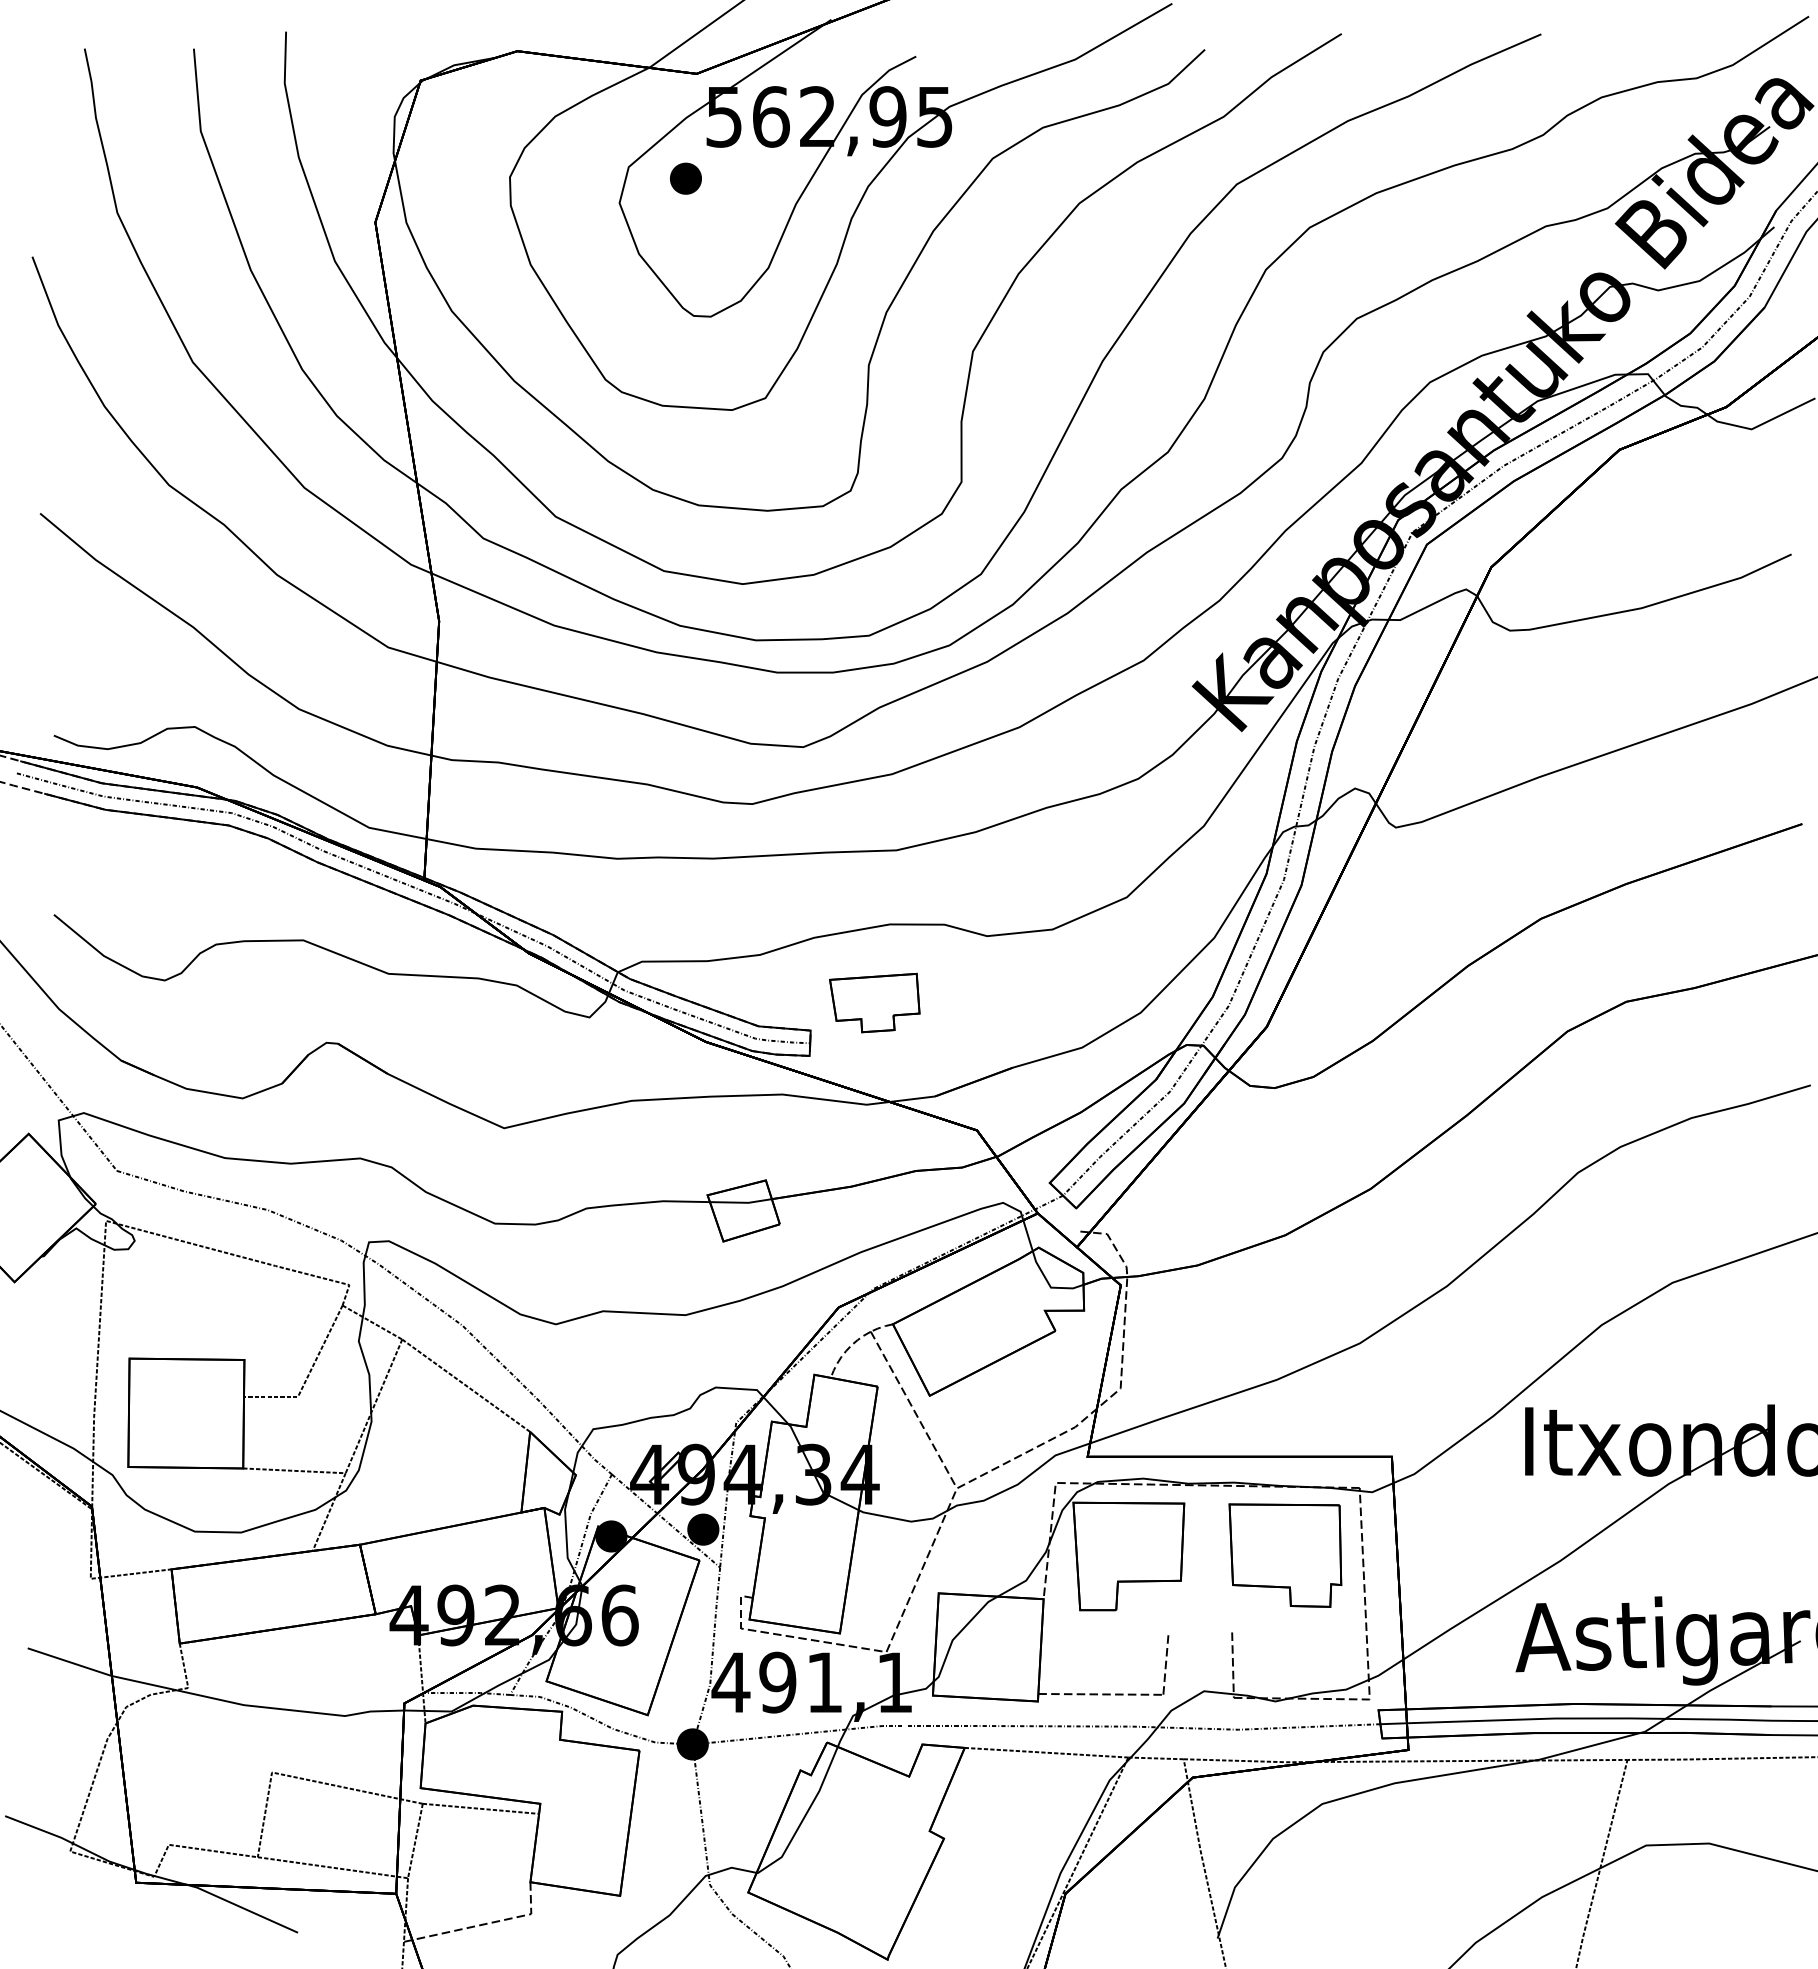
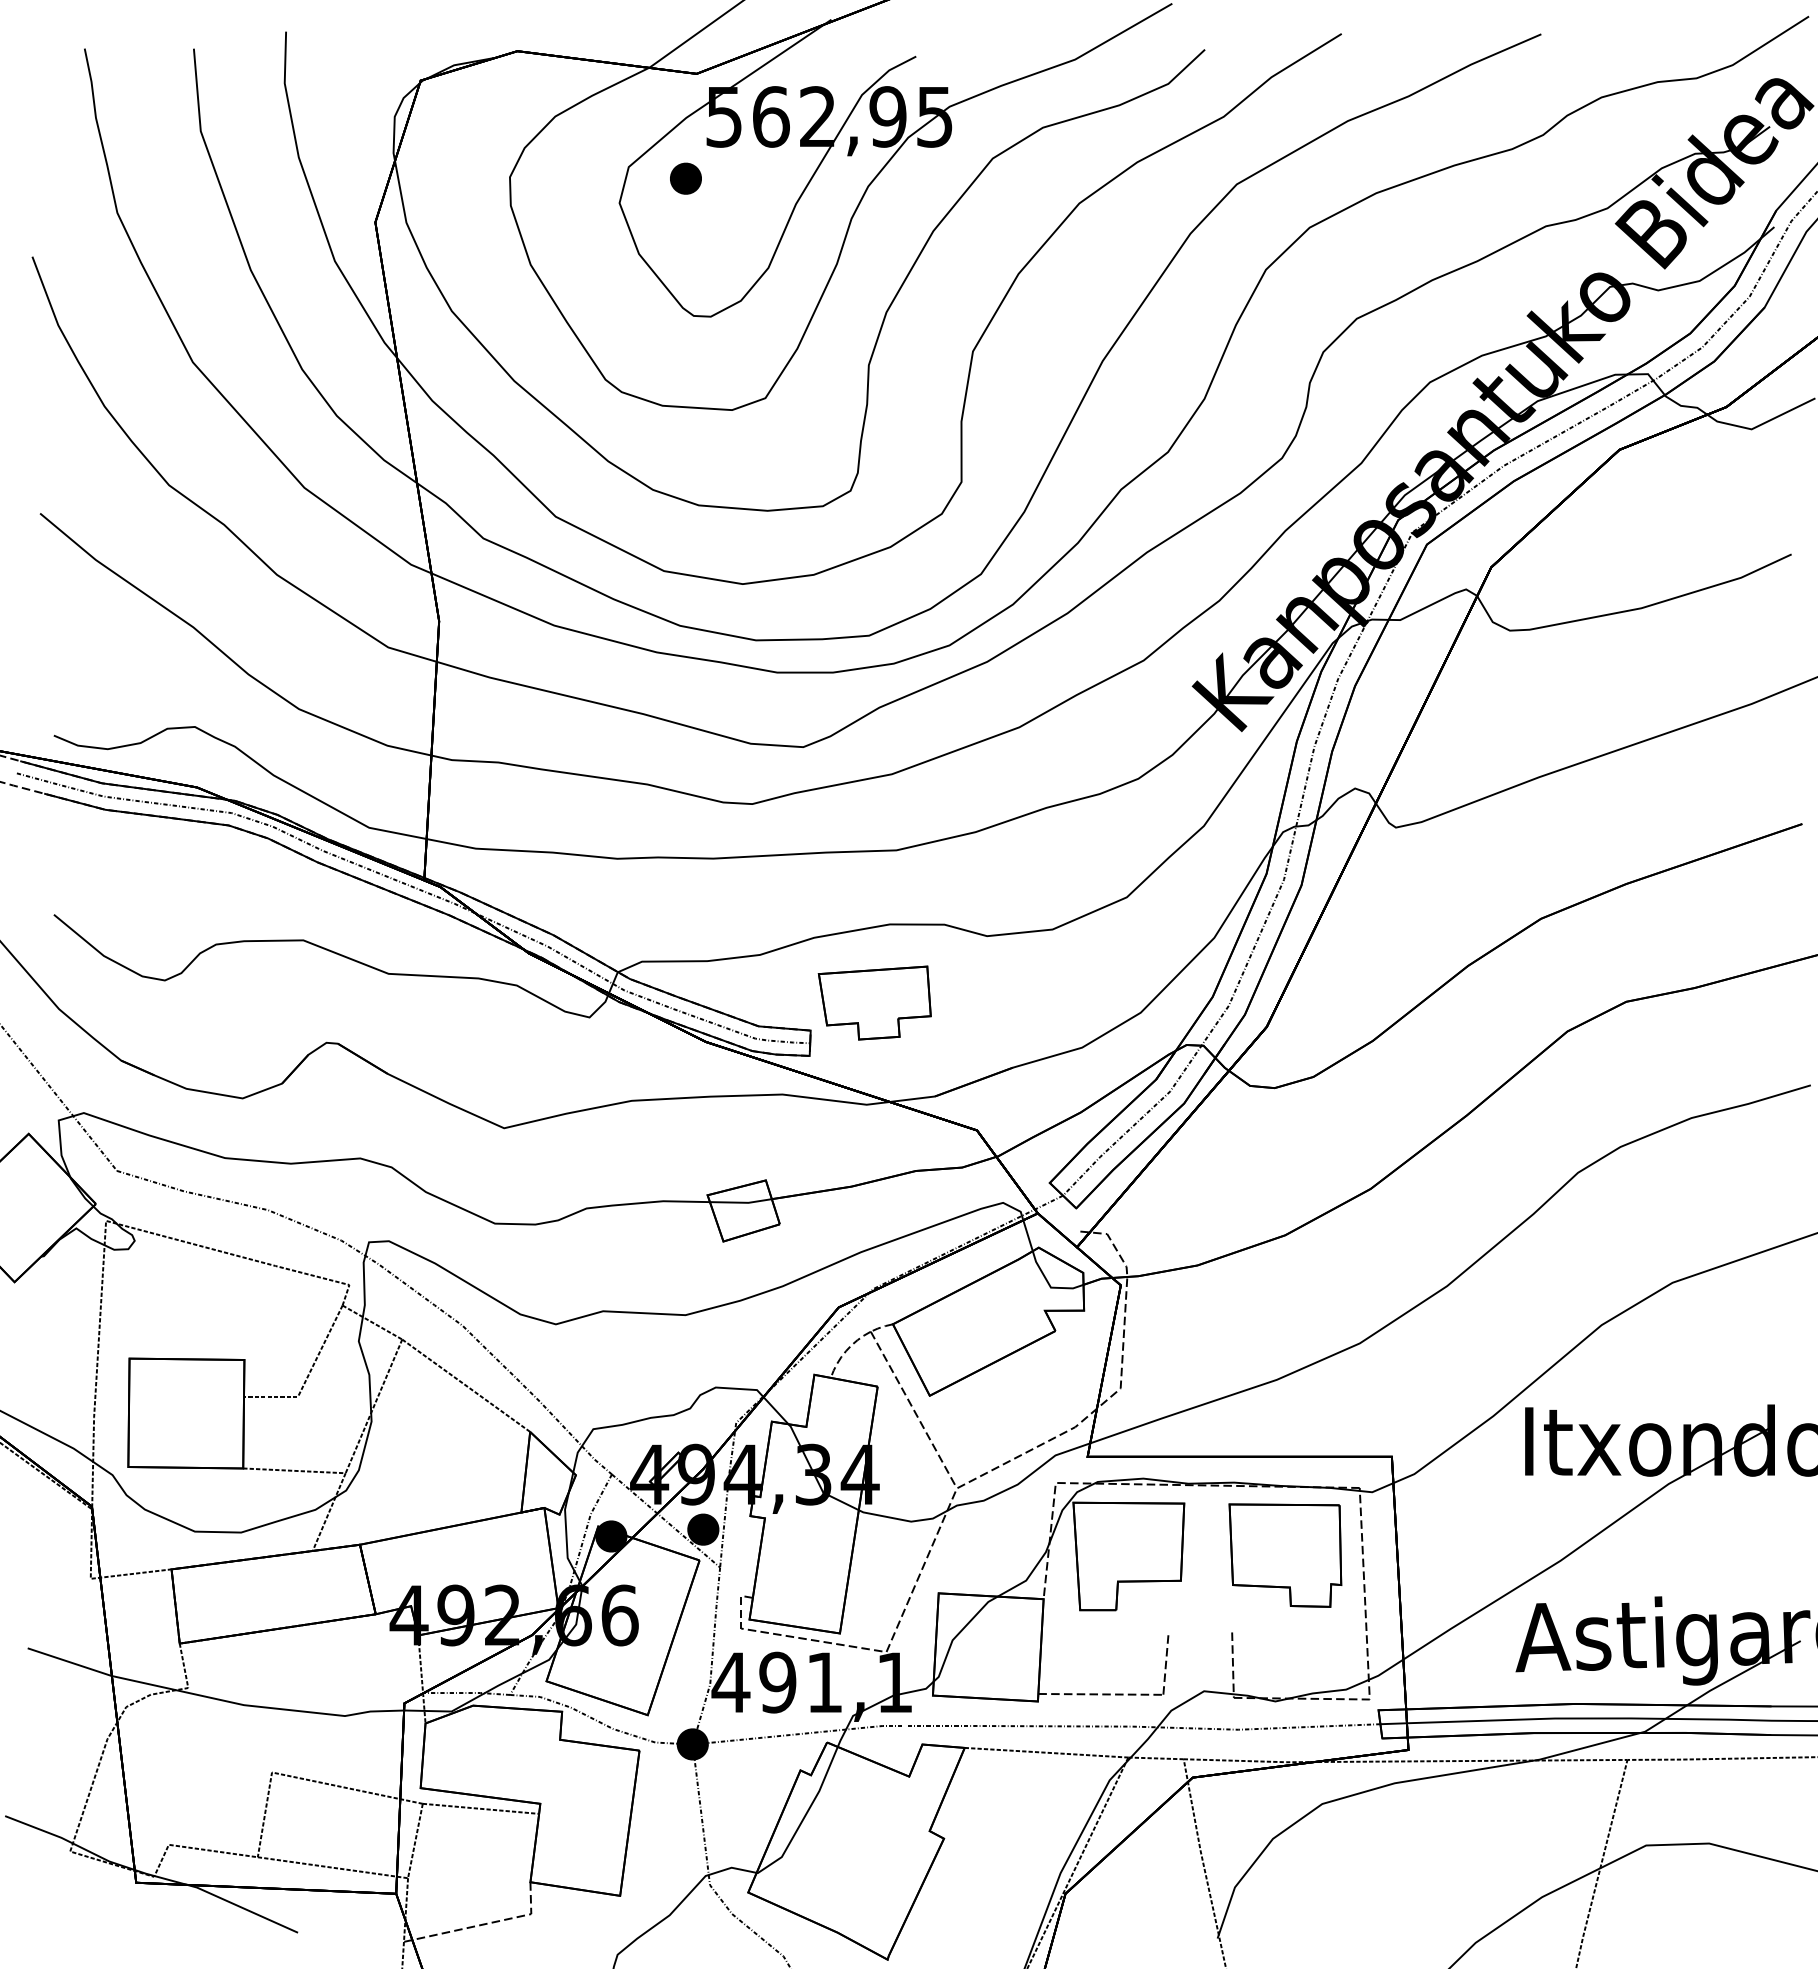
part at (874, 1002) size: 92x62 px -> 115x76 px
